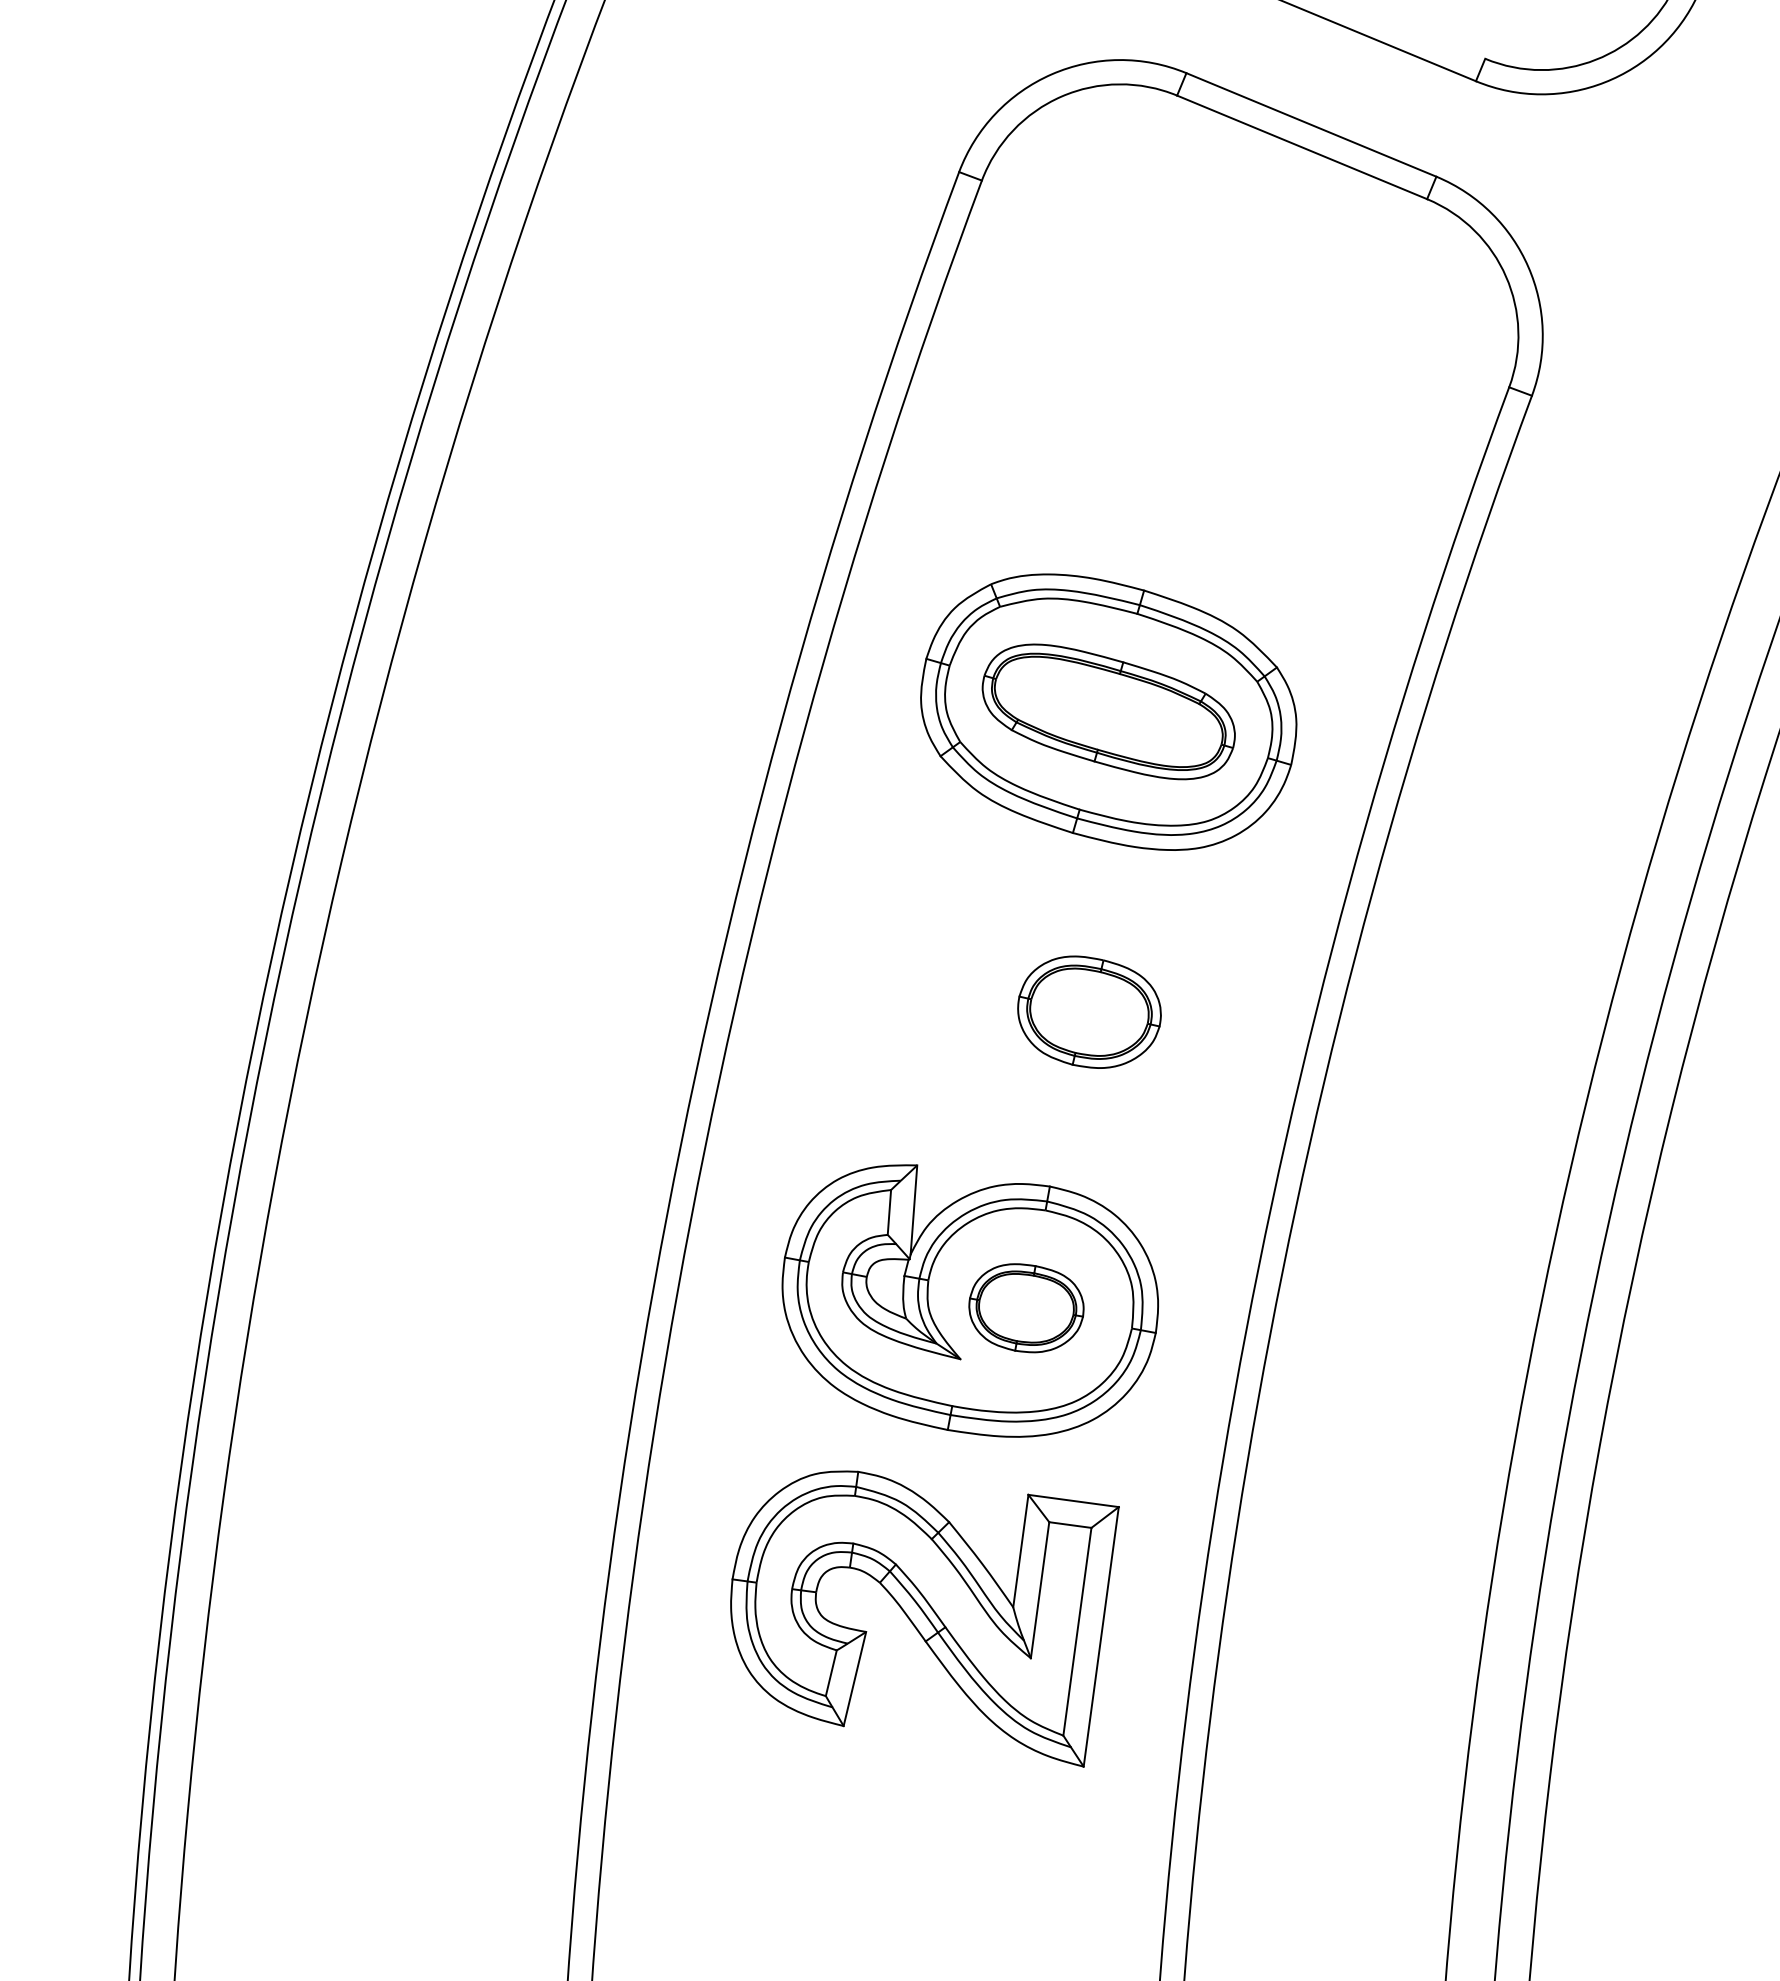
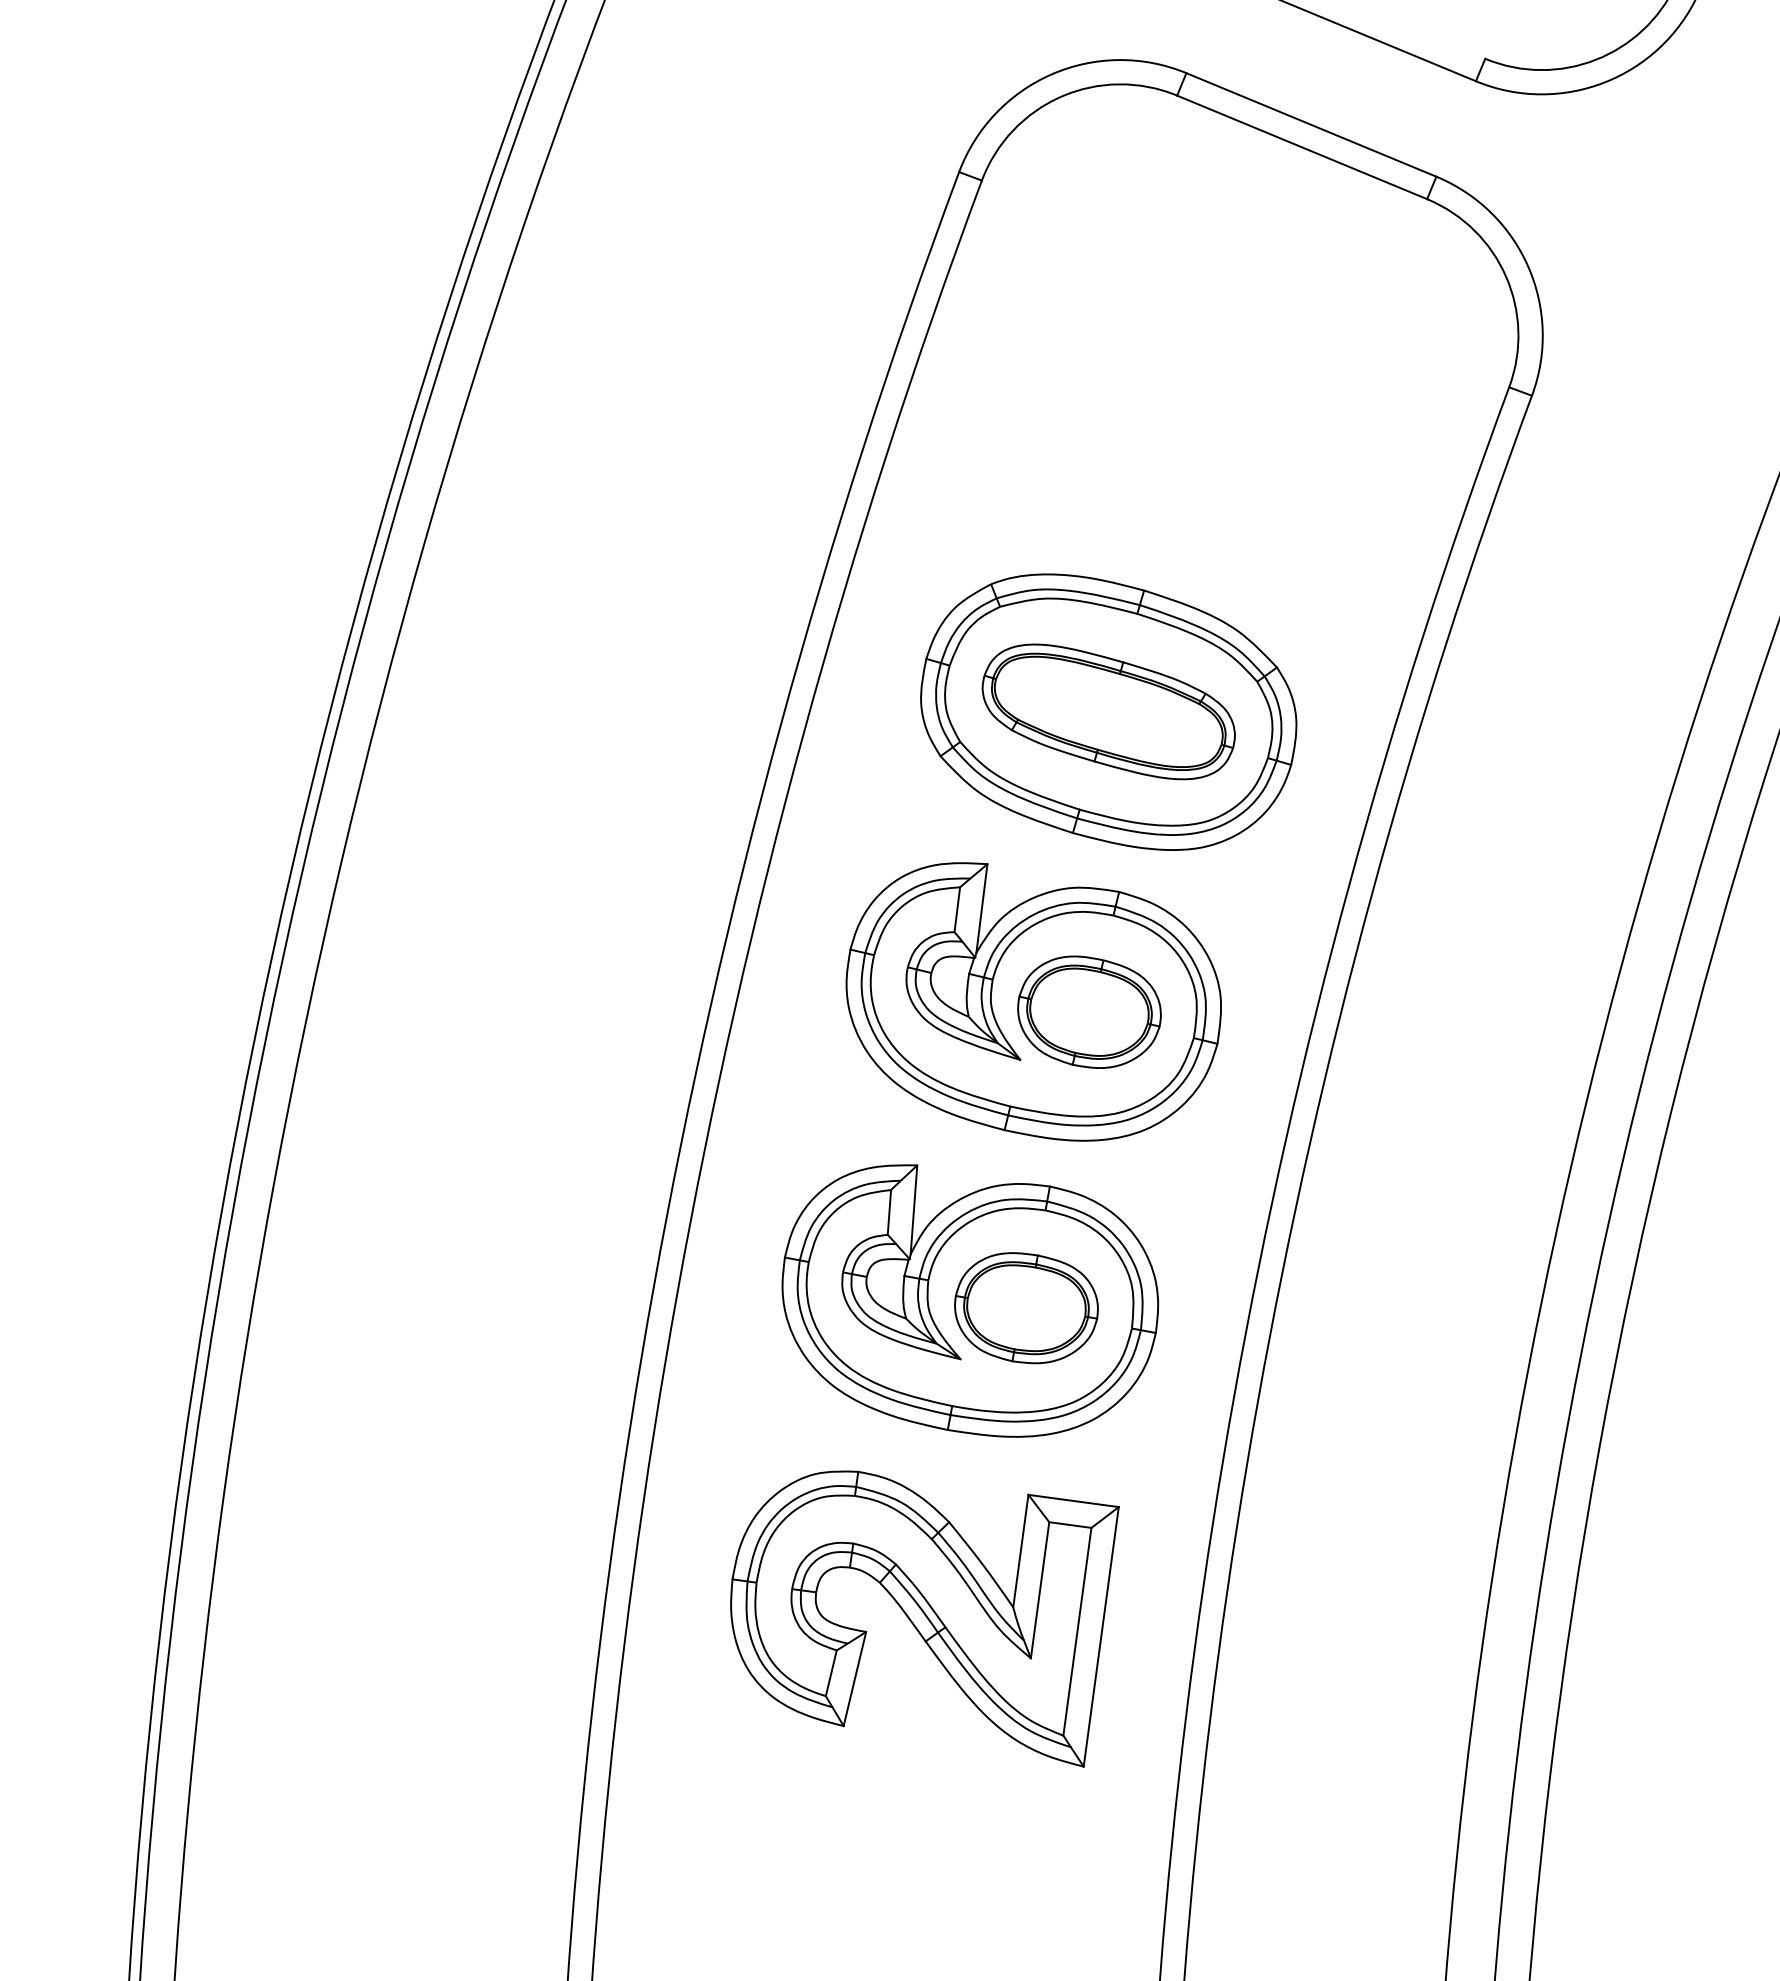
part at (1033, 1001): none -> present
part at (1026, 1308) size: 117x91 px -> 145x113 px
